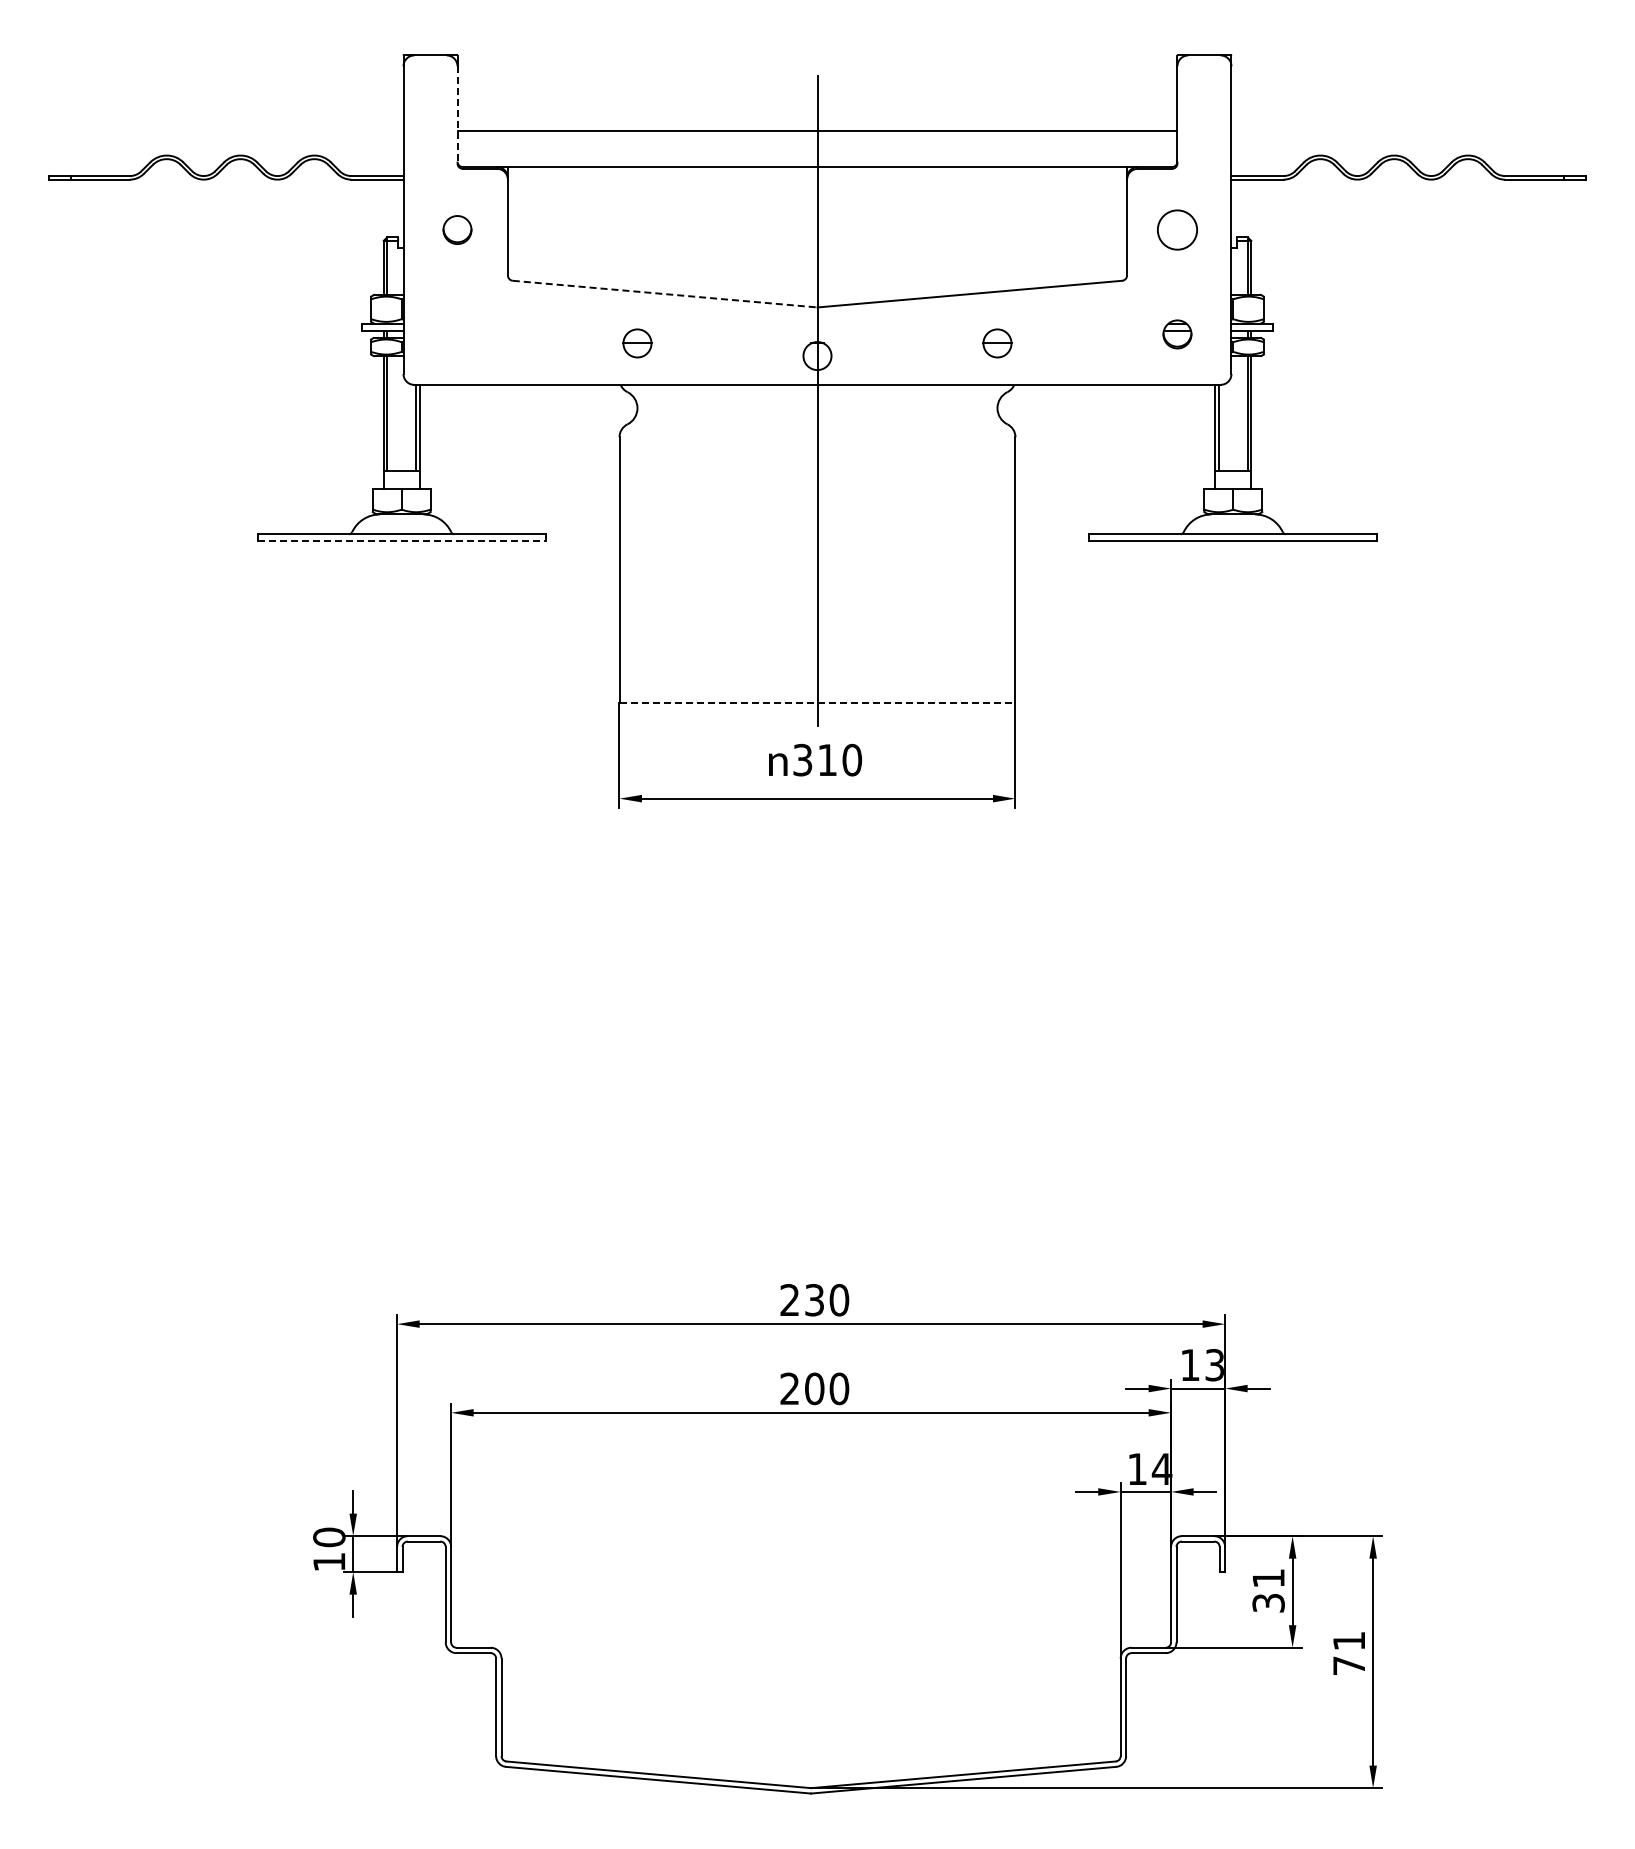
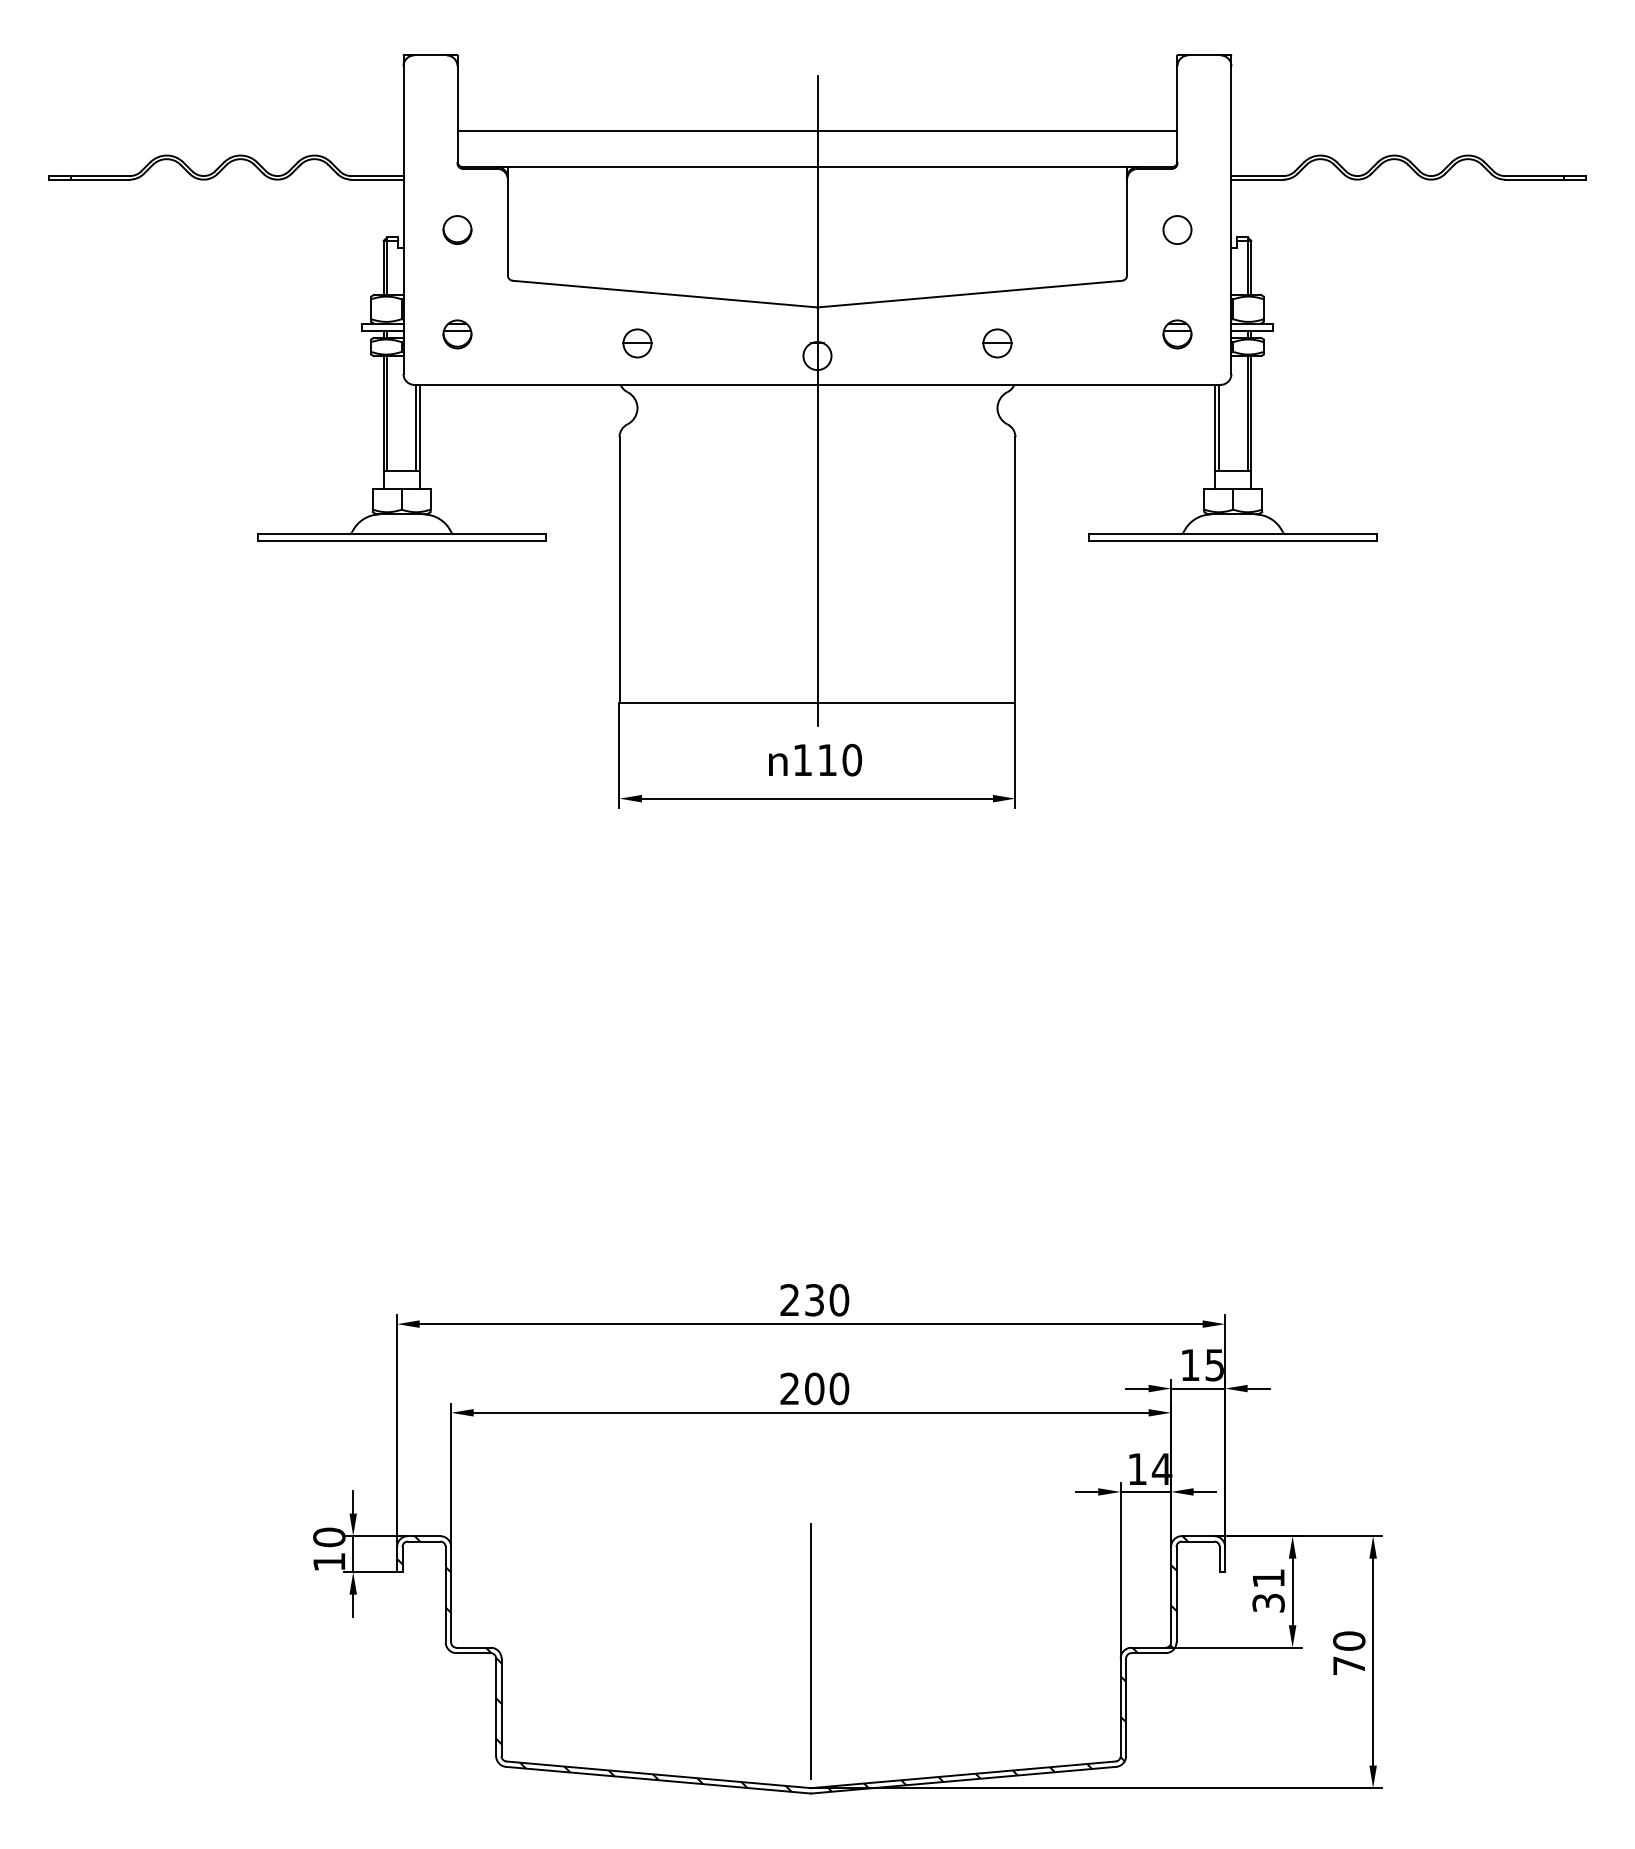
line at (457, 114): dashed -> solid
circle at (1177, 229) diameter: 39 px -> 28 px
line at (665, 294): dashed -> solid
part at (457, 334): none -> present
line at (401, 541): dashed -> solid
line at (817, 703): dashed -> solid
text at (802, 759): 310 -> 110
text at (1214, 1364): 13 -> 15
text at (1349, 1640): 71 -> 70
line at (811, 1650): none -> present
hatch at (792, 1663): none -> present
